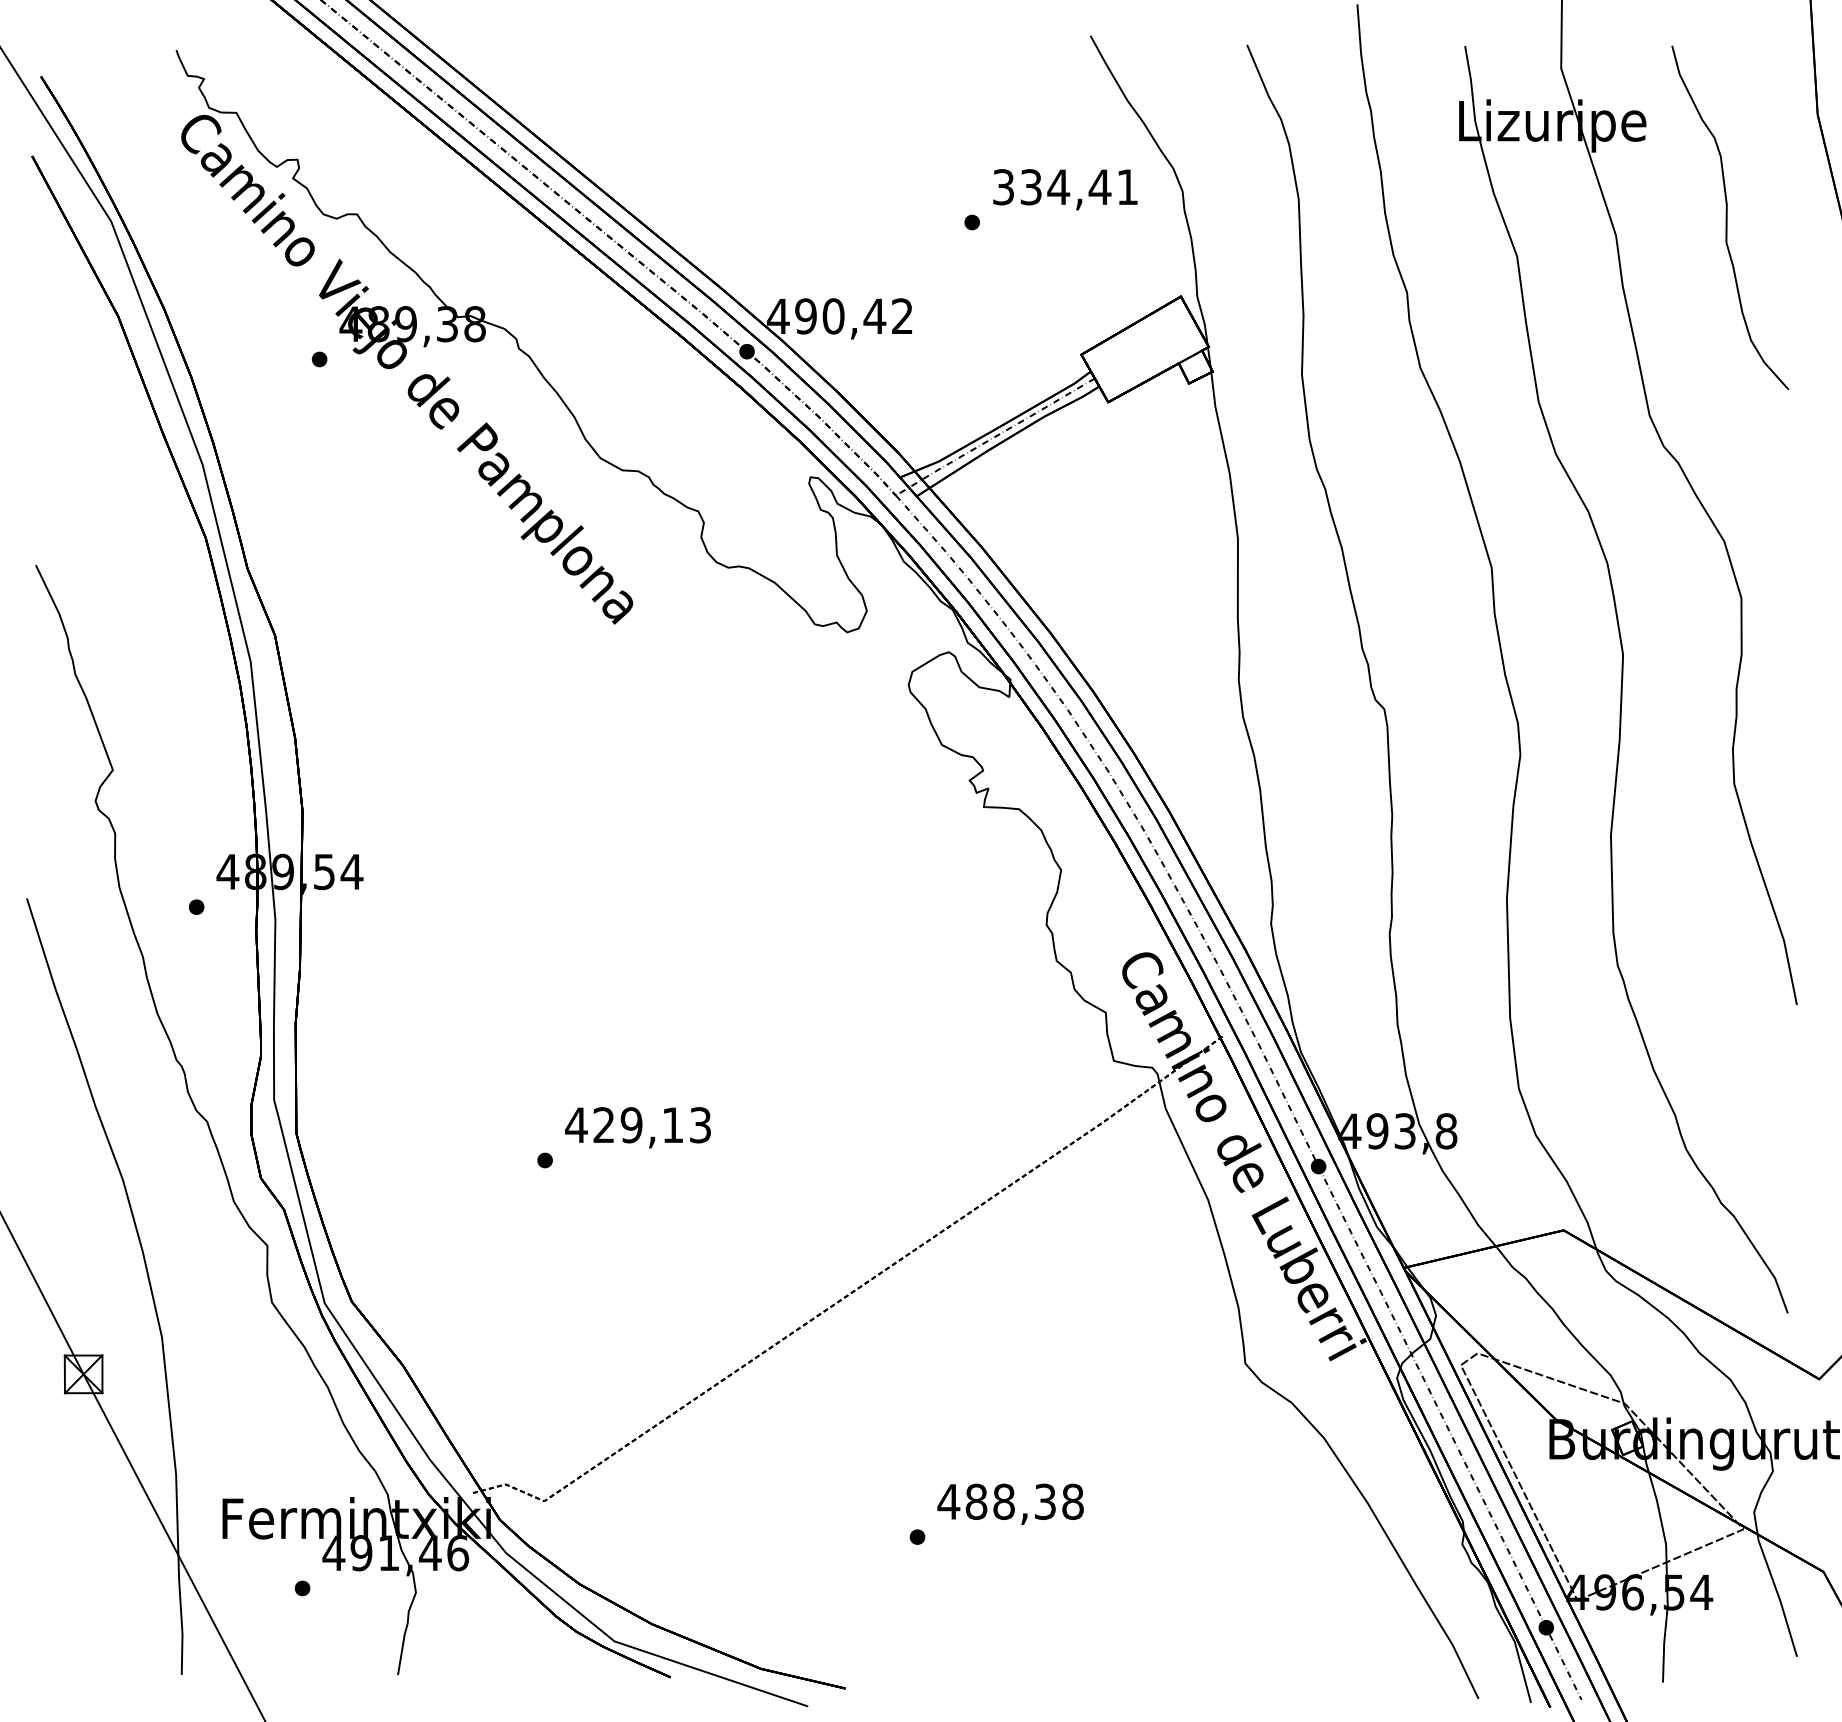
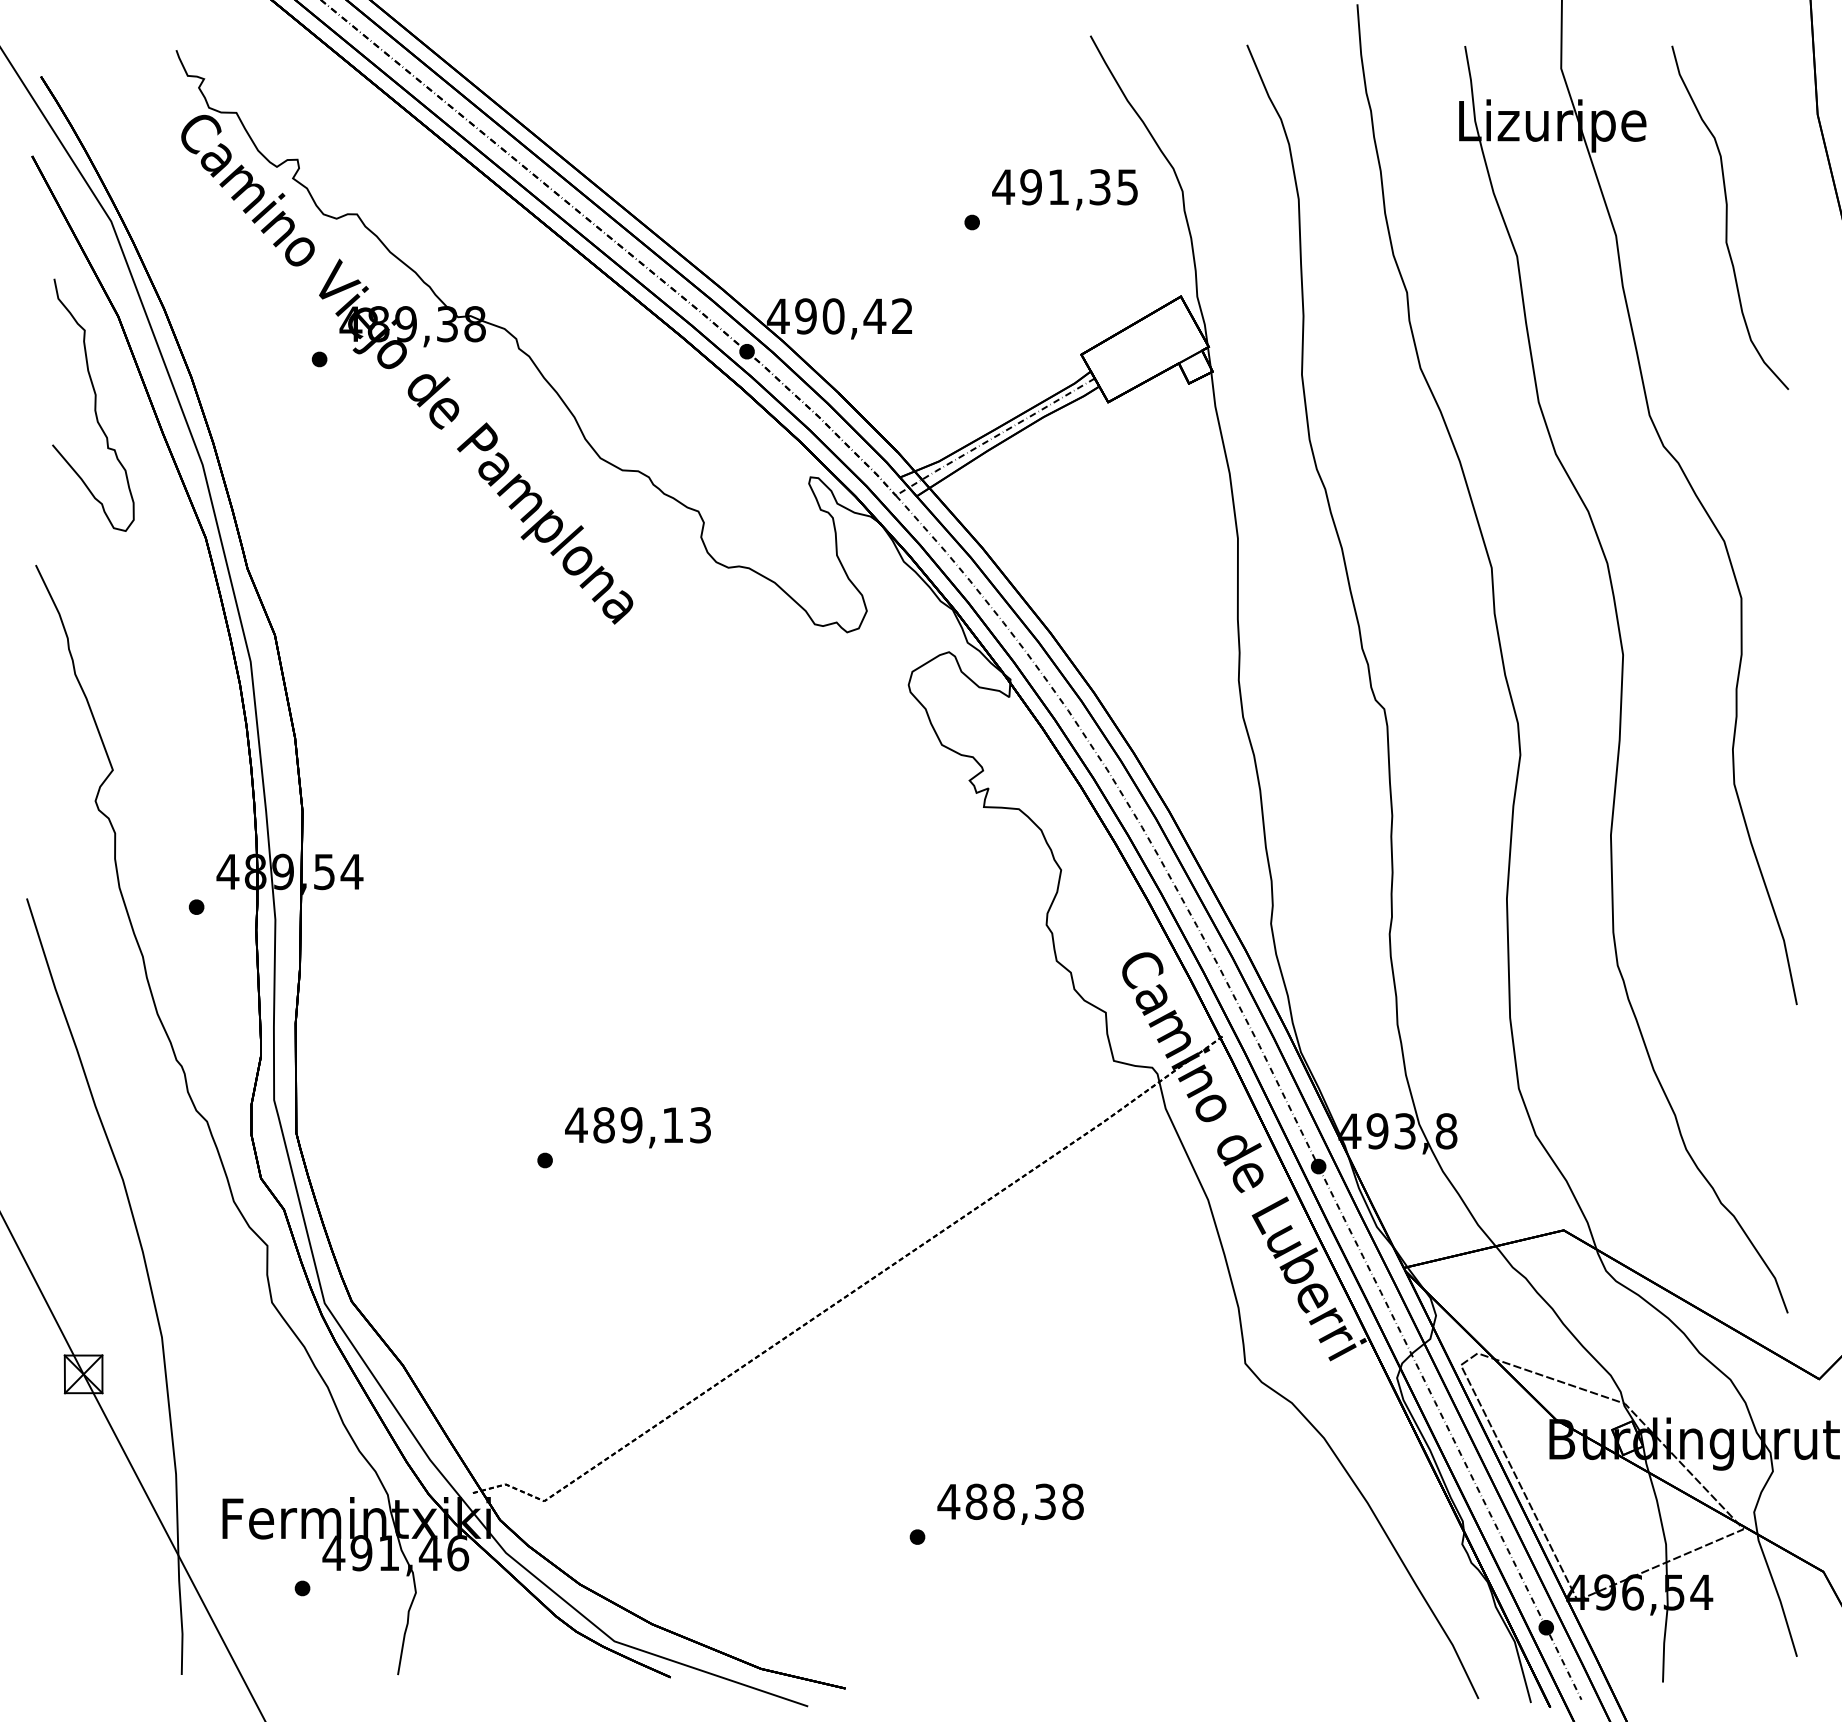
text at (1064, 187): 334,41 -> 491,35
curve at (94, 404): none -> present
text at (603, 1125): 429,13 -> 489,13
